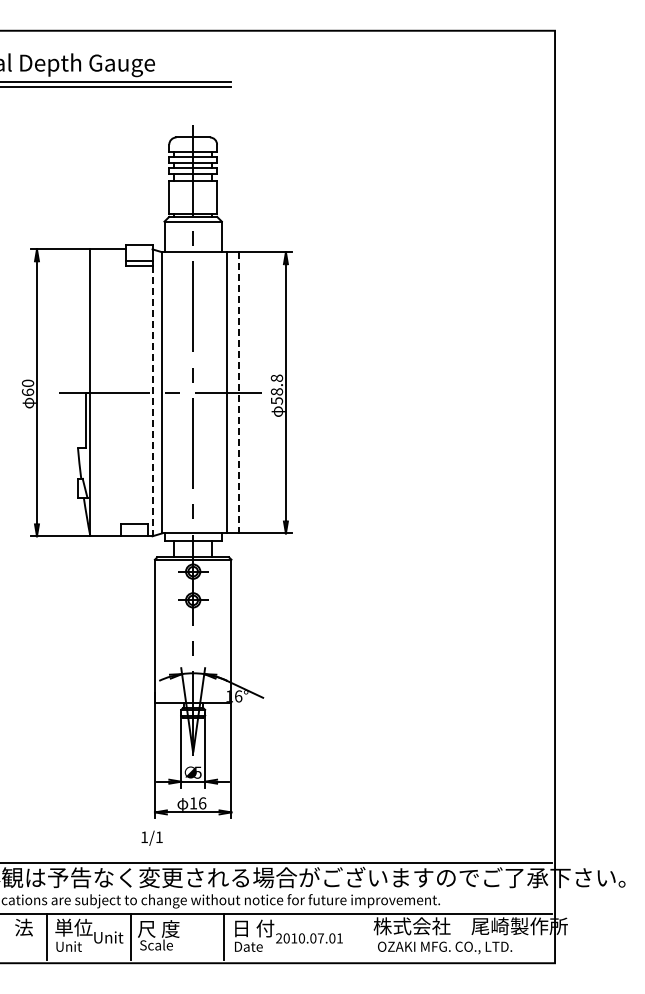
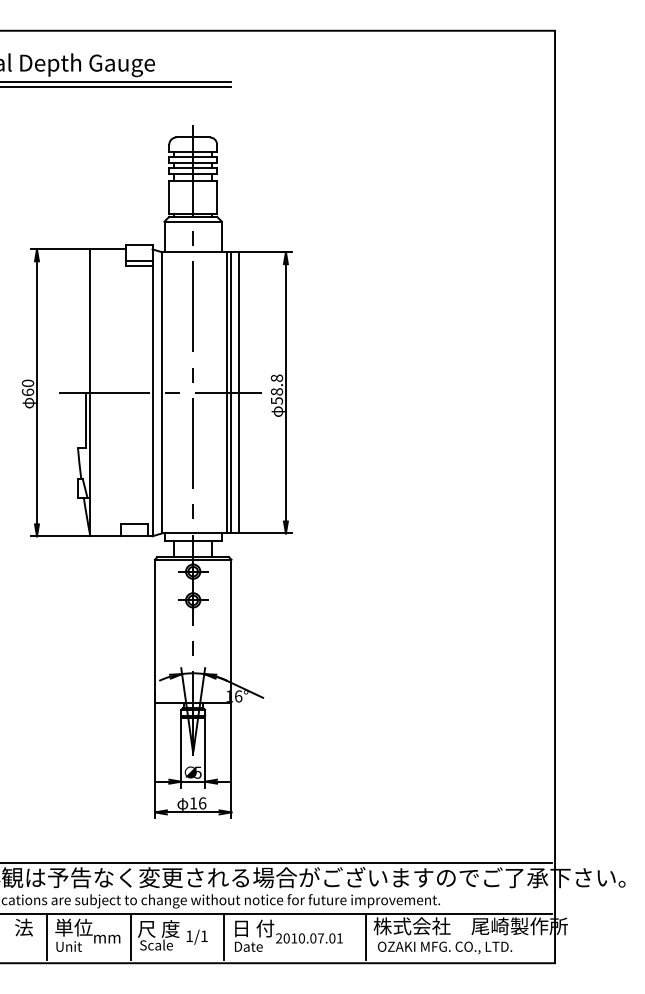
line at (231, 392): none -> present
line at (238, 392): dashed -> solid
line at (152, 401): dashed -> solid
text at (151, 837) position: (151, 837) -> (196, 936)
text at (108, 937): Unit -> mm
line at (366, 937): none -> present
